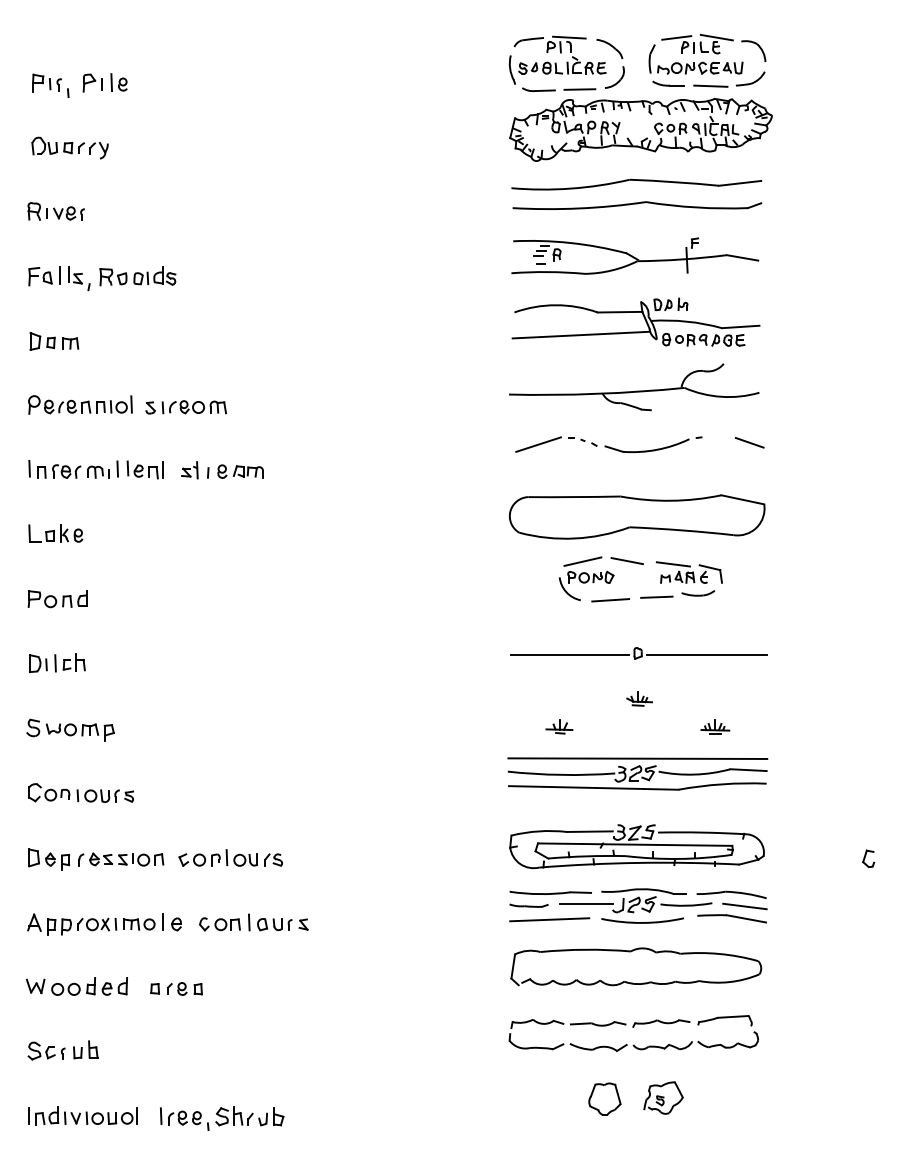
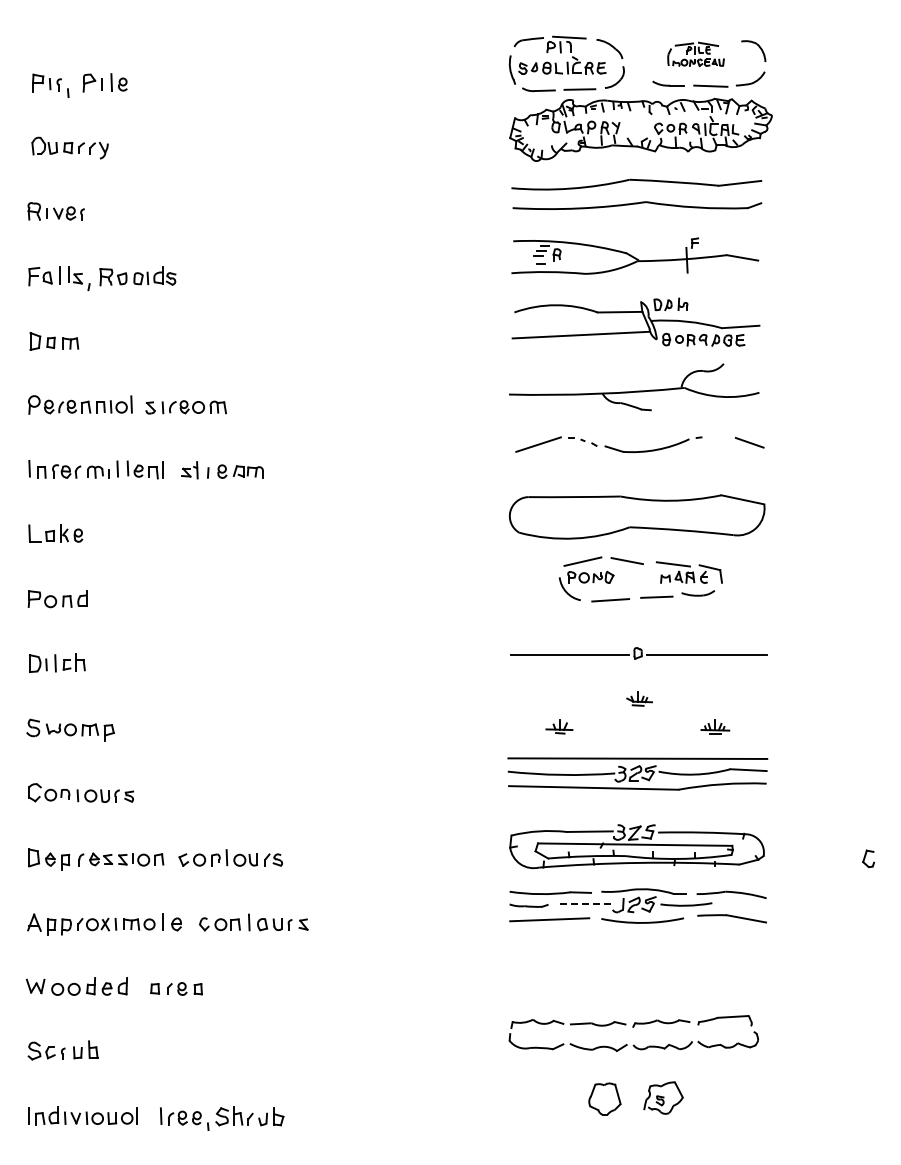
part at (695, 54) size: 96x41 px -> 58x27 px
line at (586, 903): solid -> dashed
line at (744, 906): present -> none
part at (630, 952): present -> none
